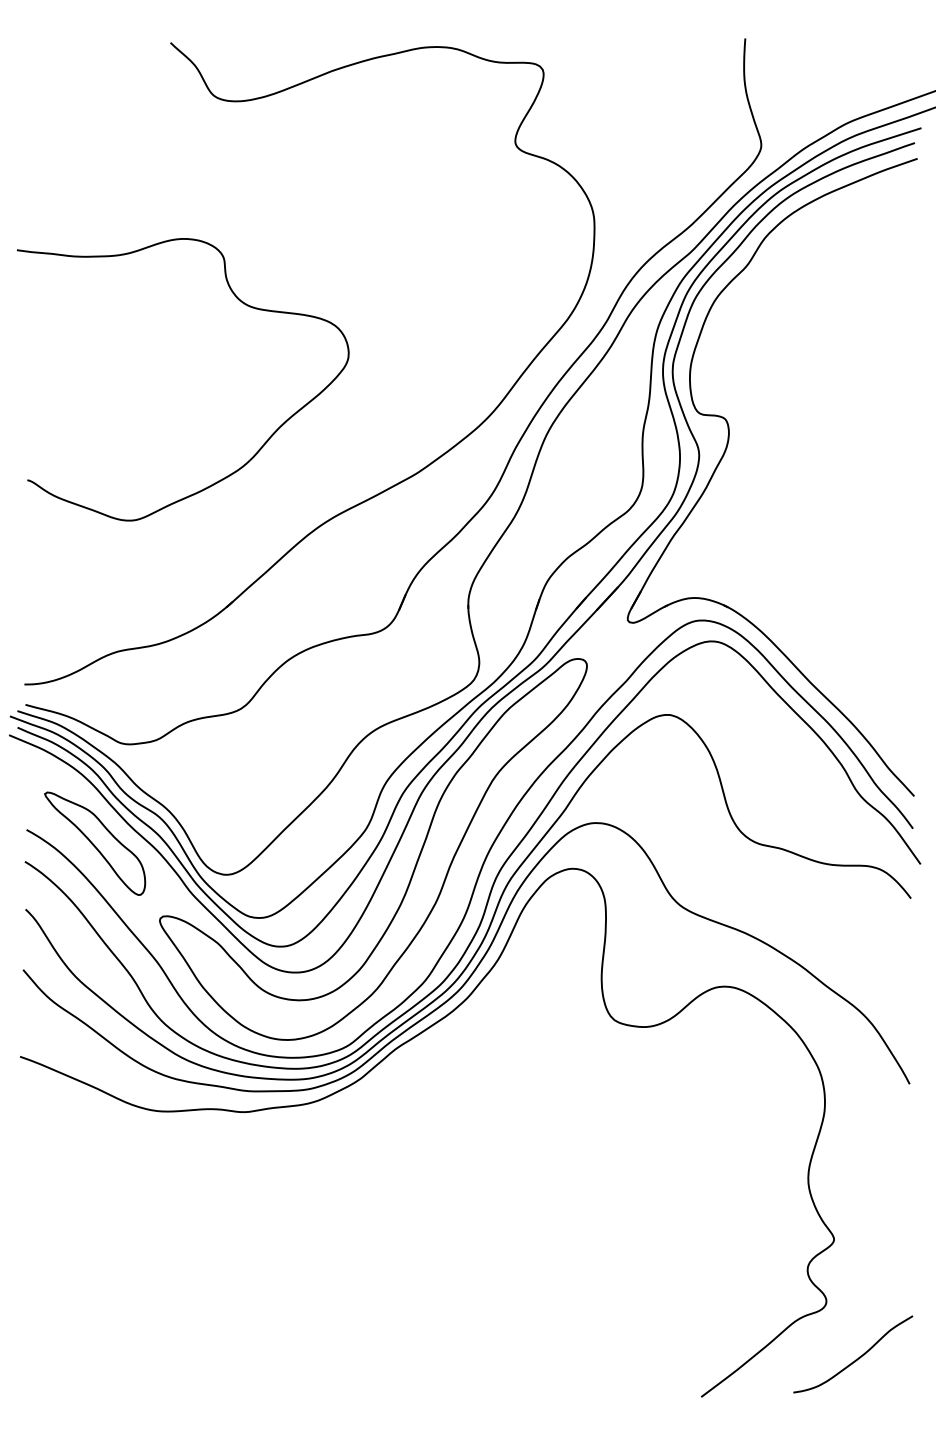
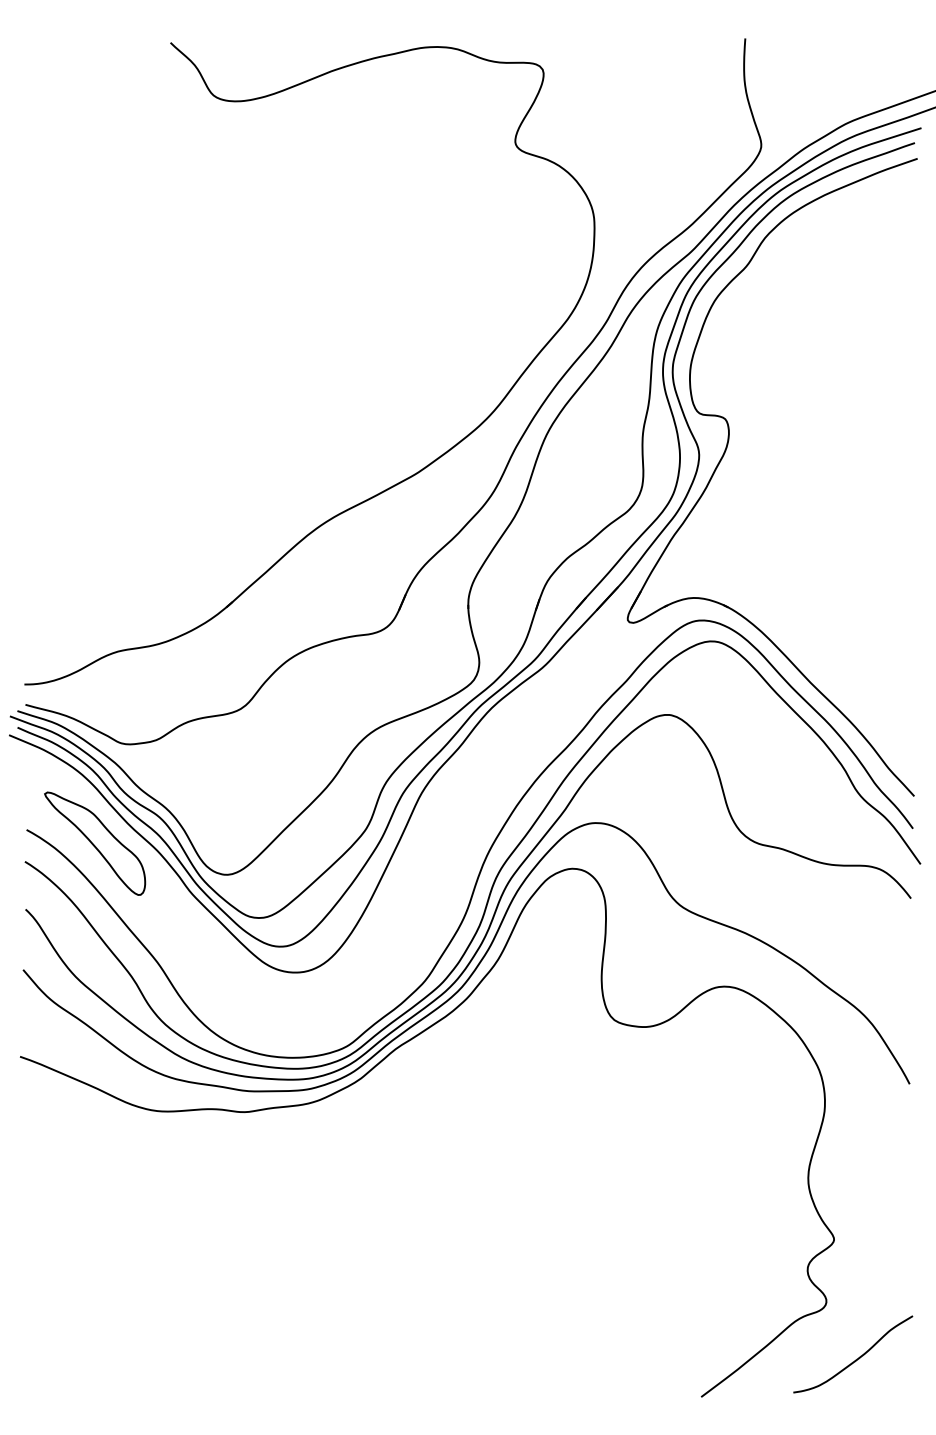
part at (242, 303): present -> none
part at (415, 863): present -> none
